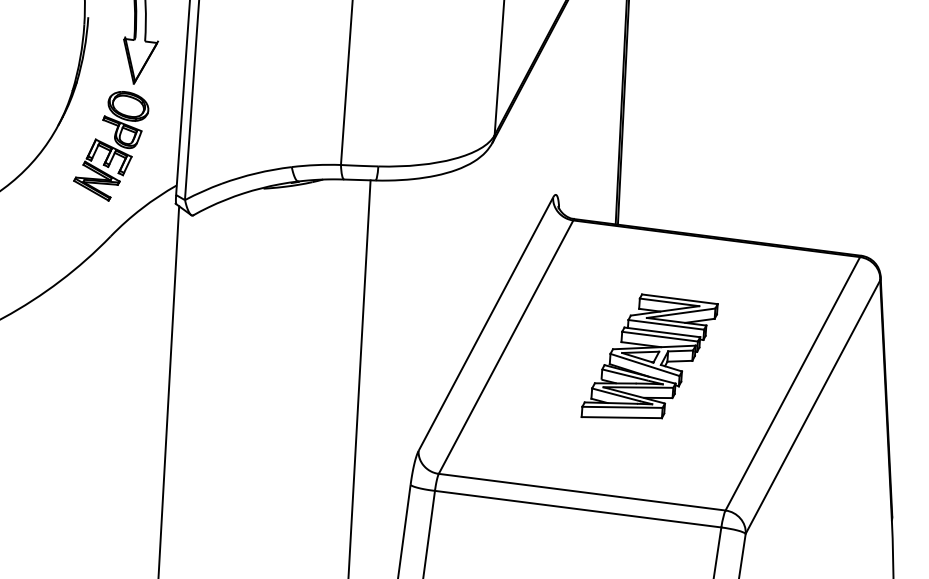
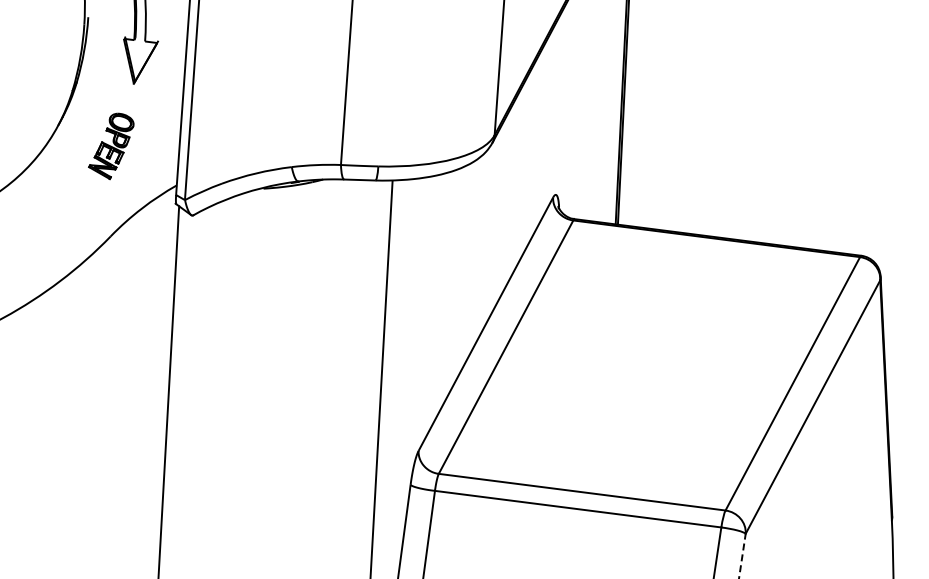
part at (111, 146) size: 77x111 px -> 47x69 px
part at (649, 356): present -> none
line at (359, 377) position: (359, 377) -> (381, 378)
line at (742, 555): solid -> dashed
